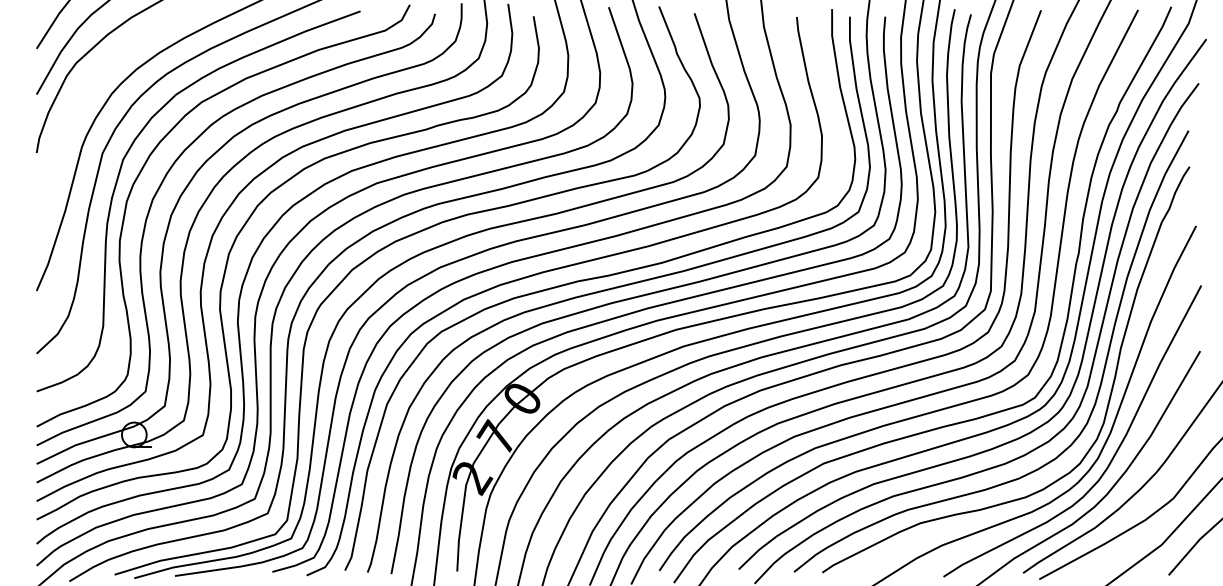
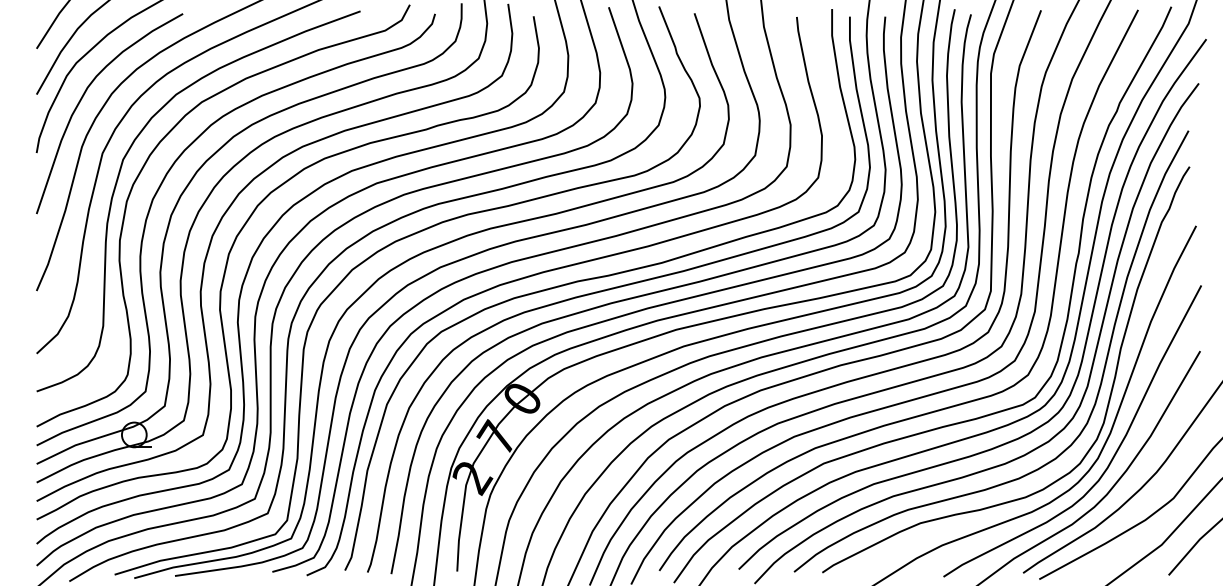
curve at (83, 97): none -> present
